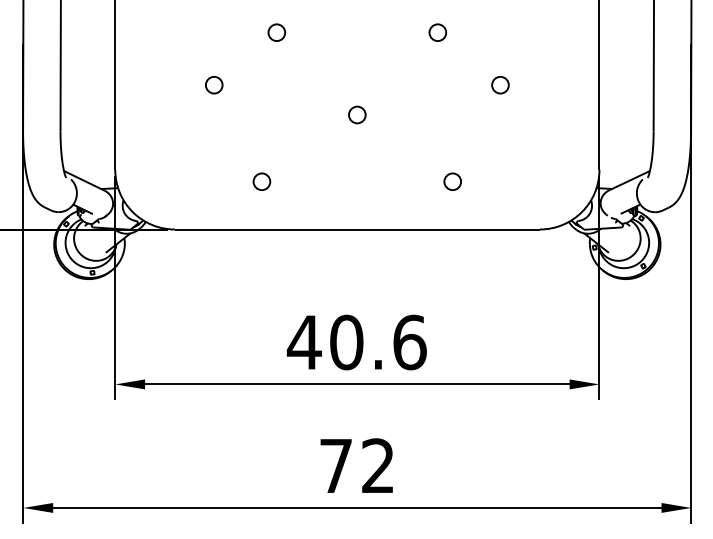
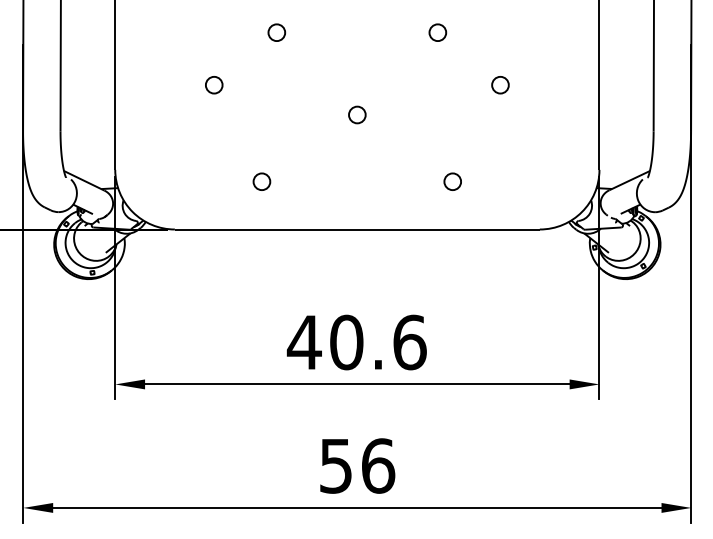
text at (357, 465): 72 -> 56
